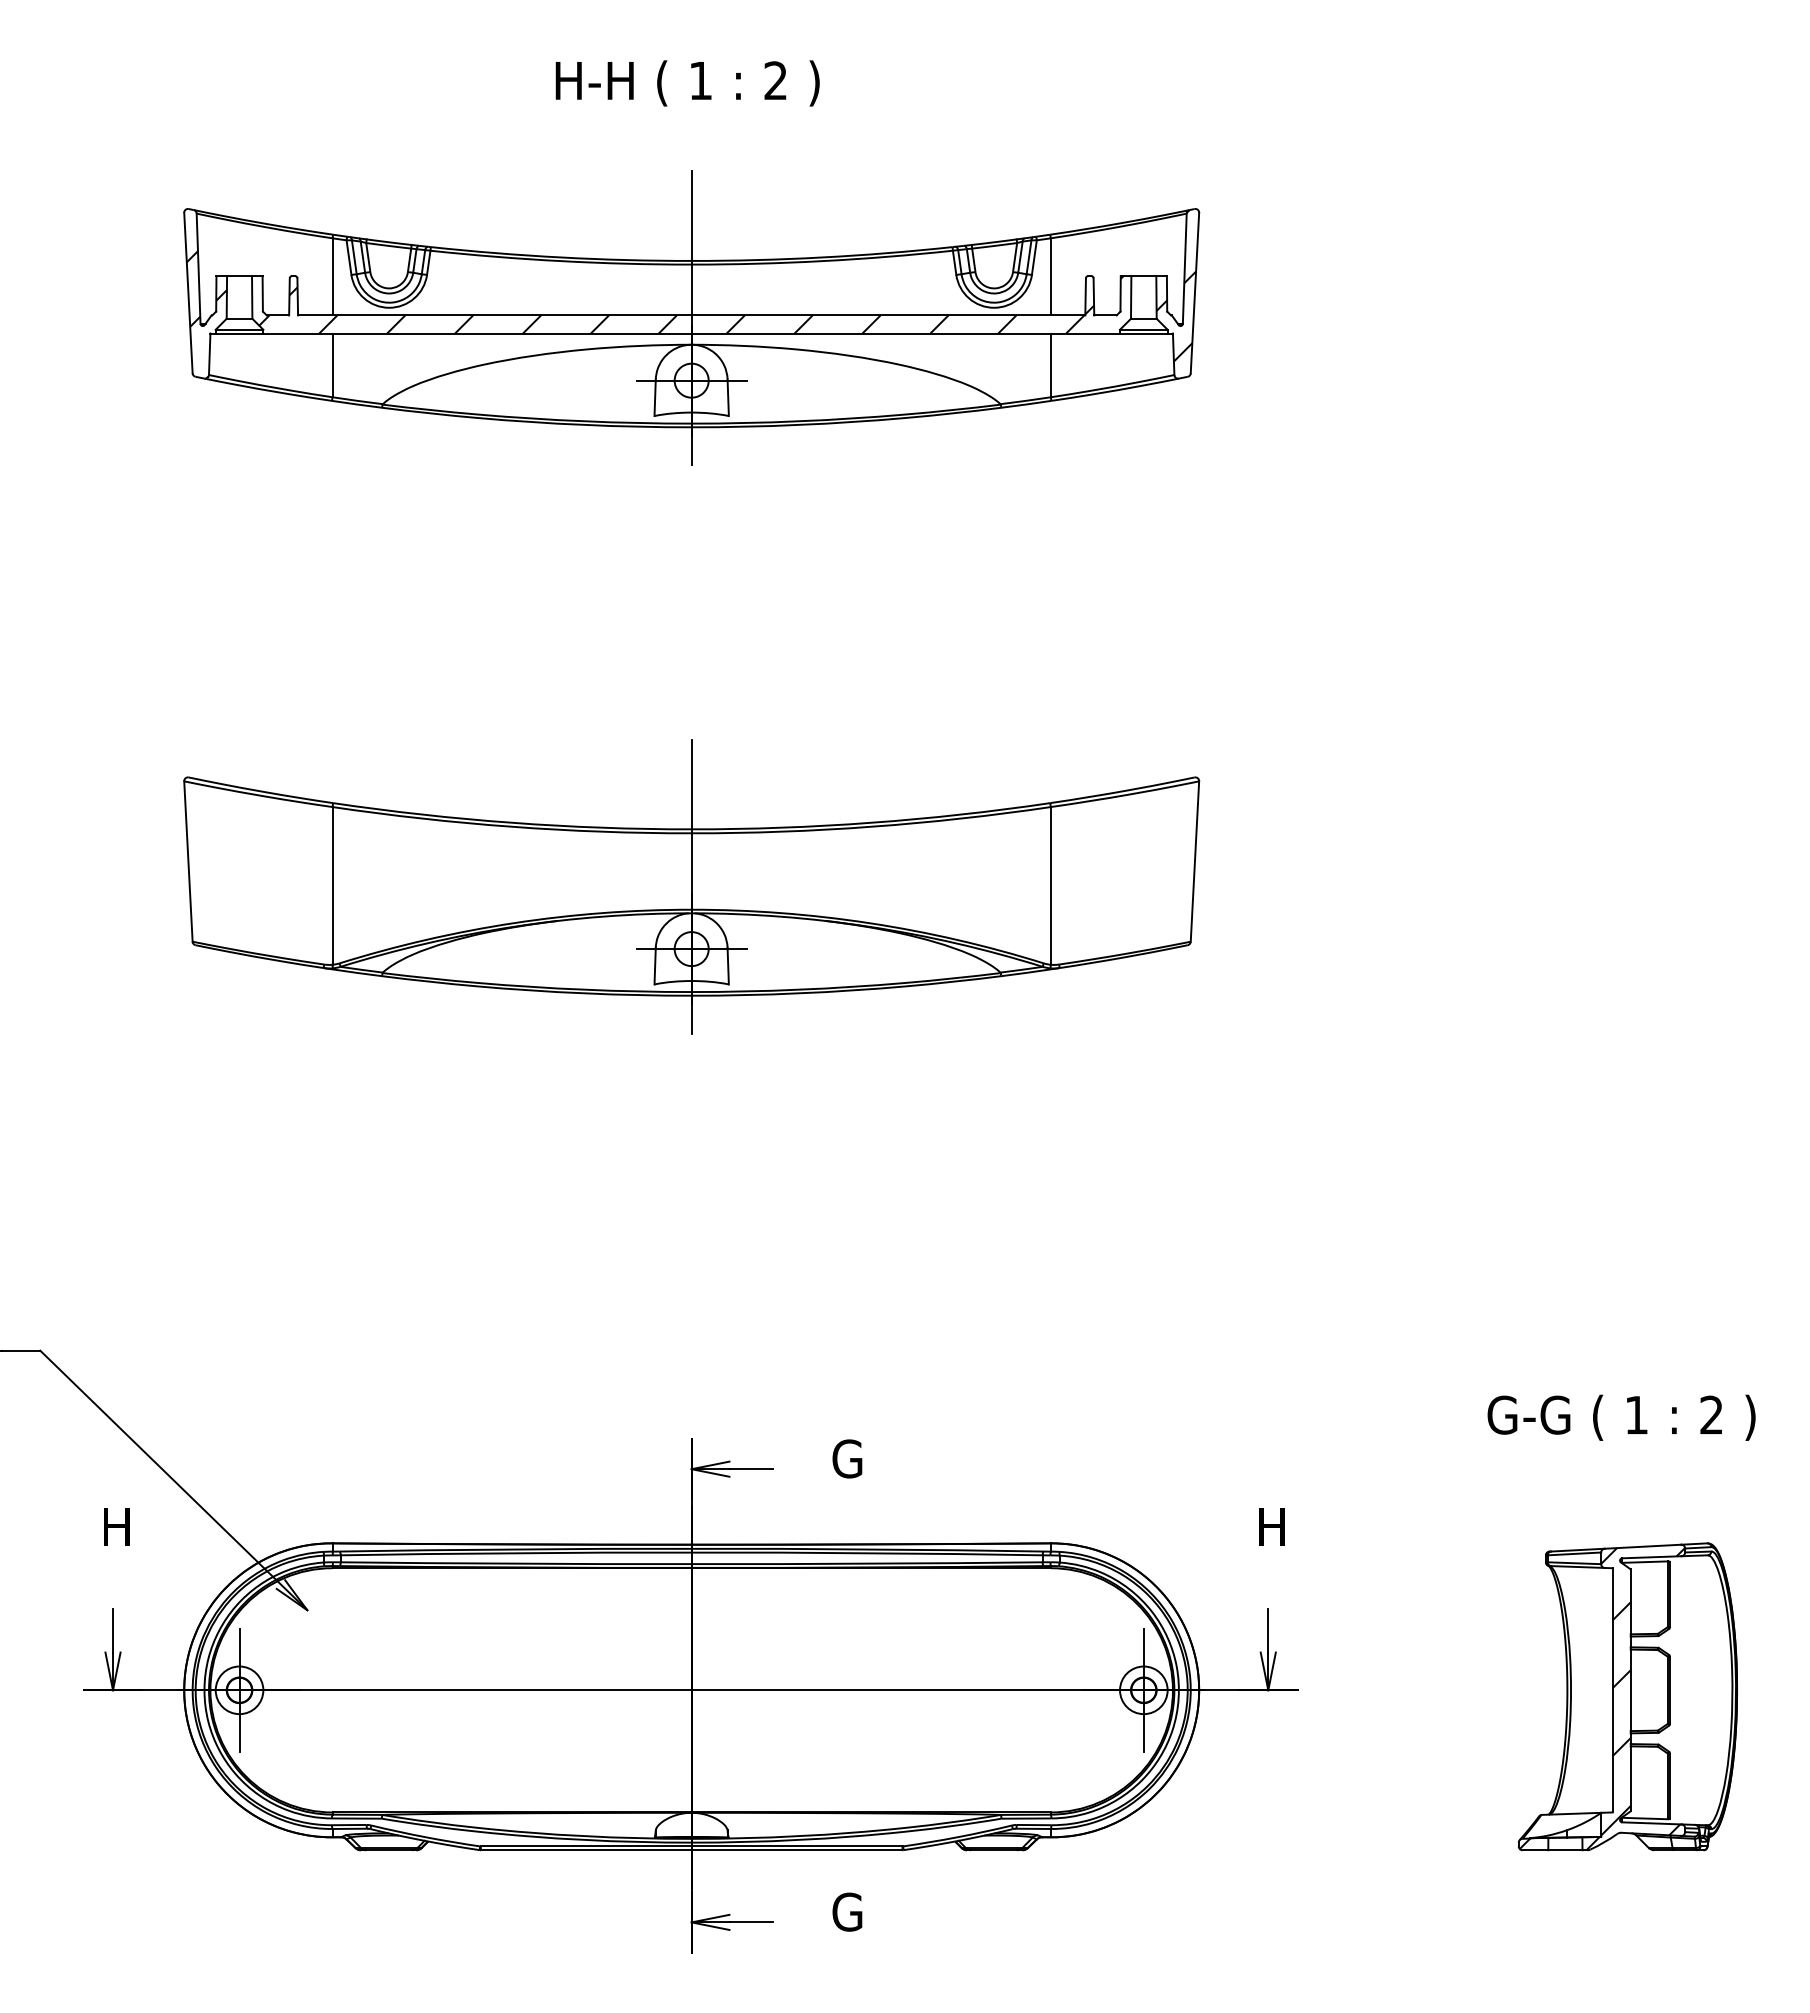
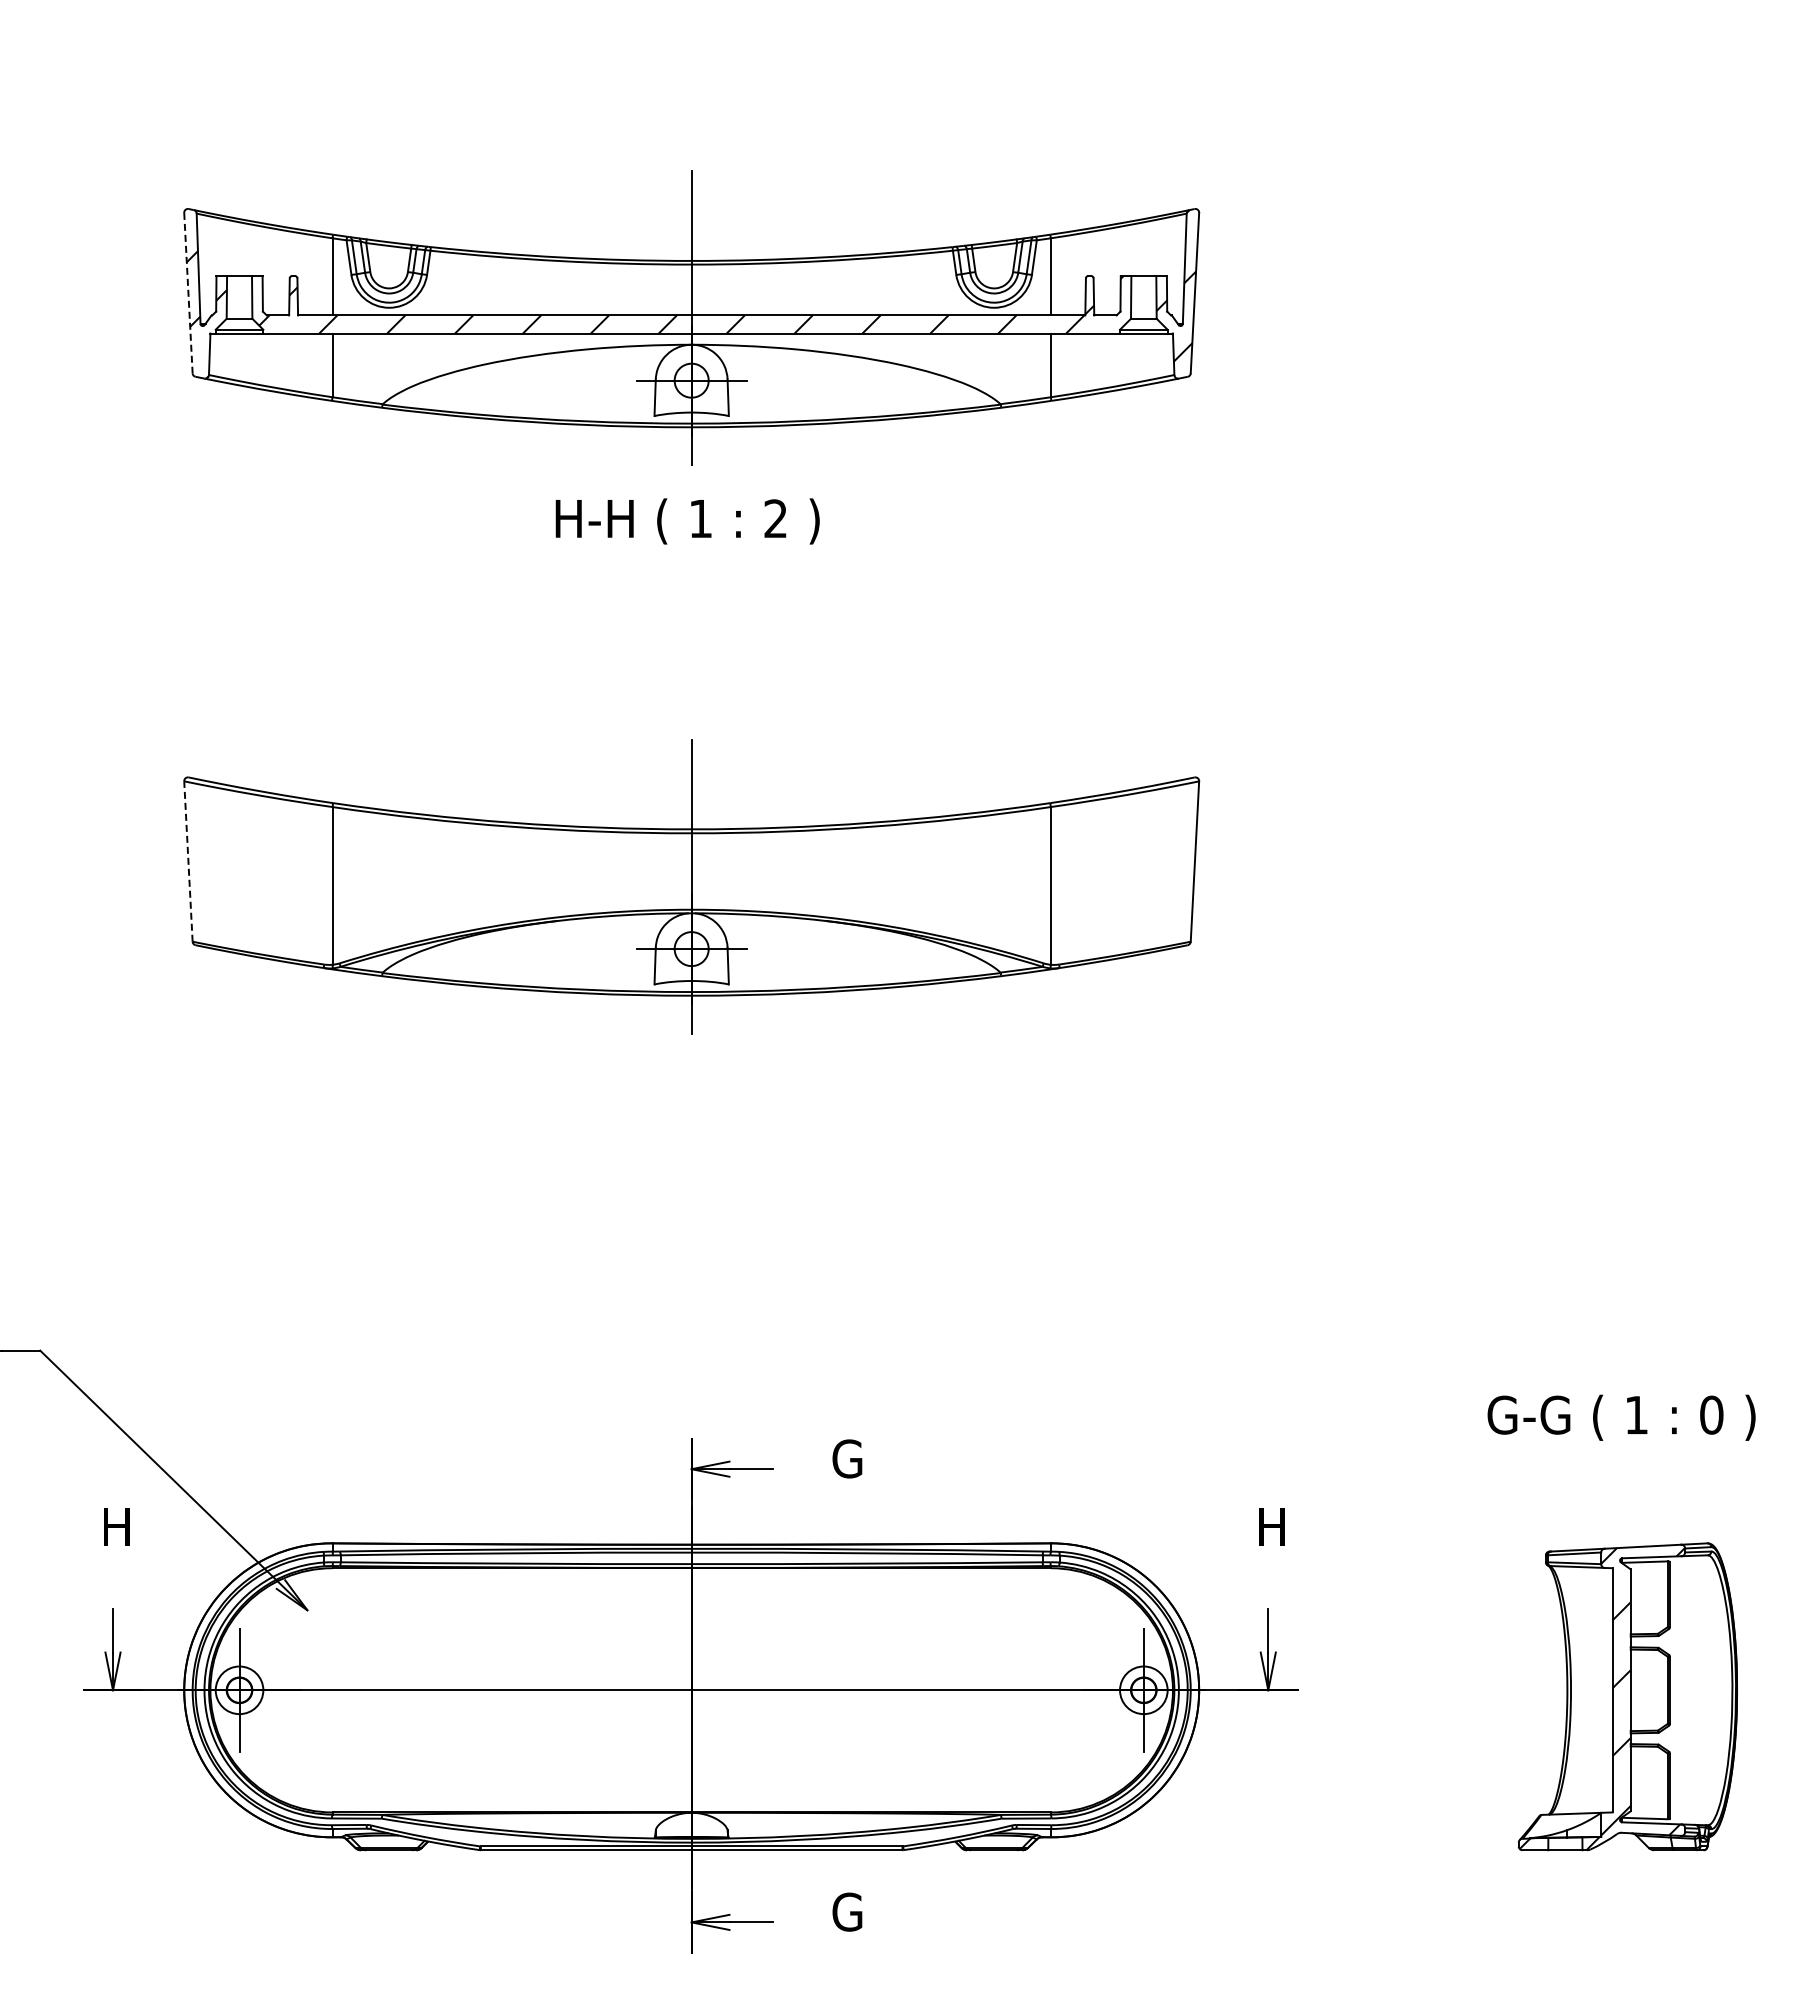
text at (687, 83) position: (687, 83) -> (687, 521)
line at (188, 293): solid -> dashed
line at (188, 861): solid -> dashed
text at (1711, 1414): 2 -> 0
